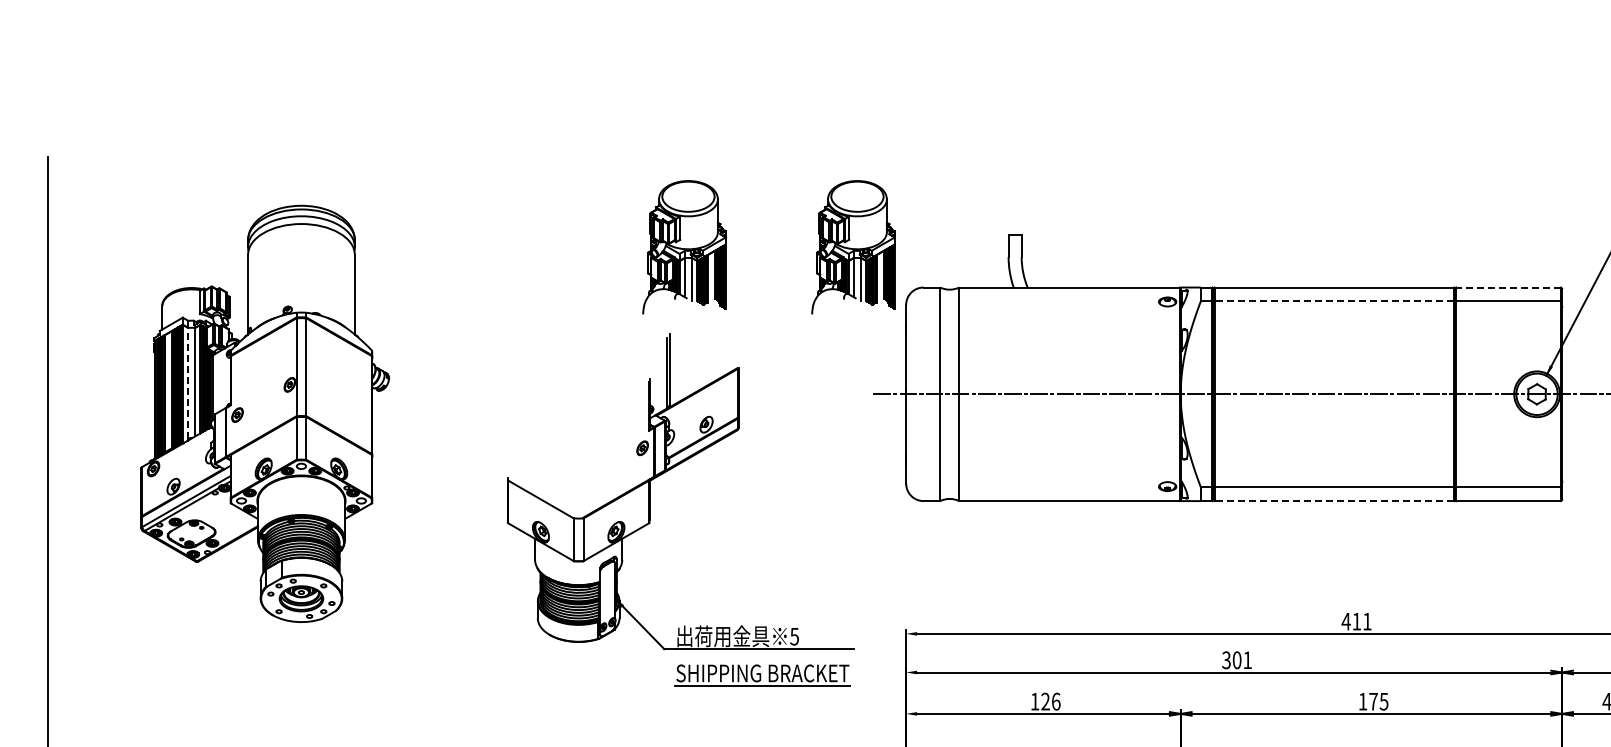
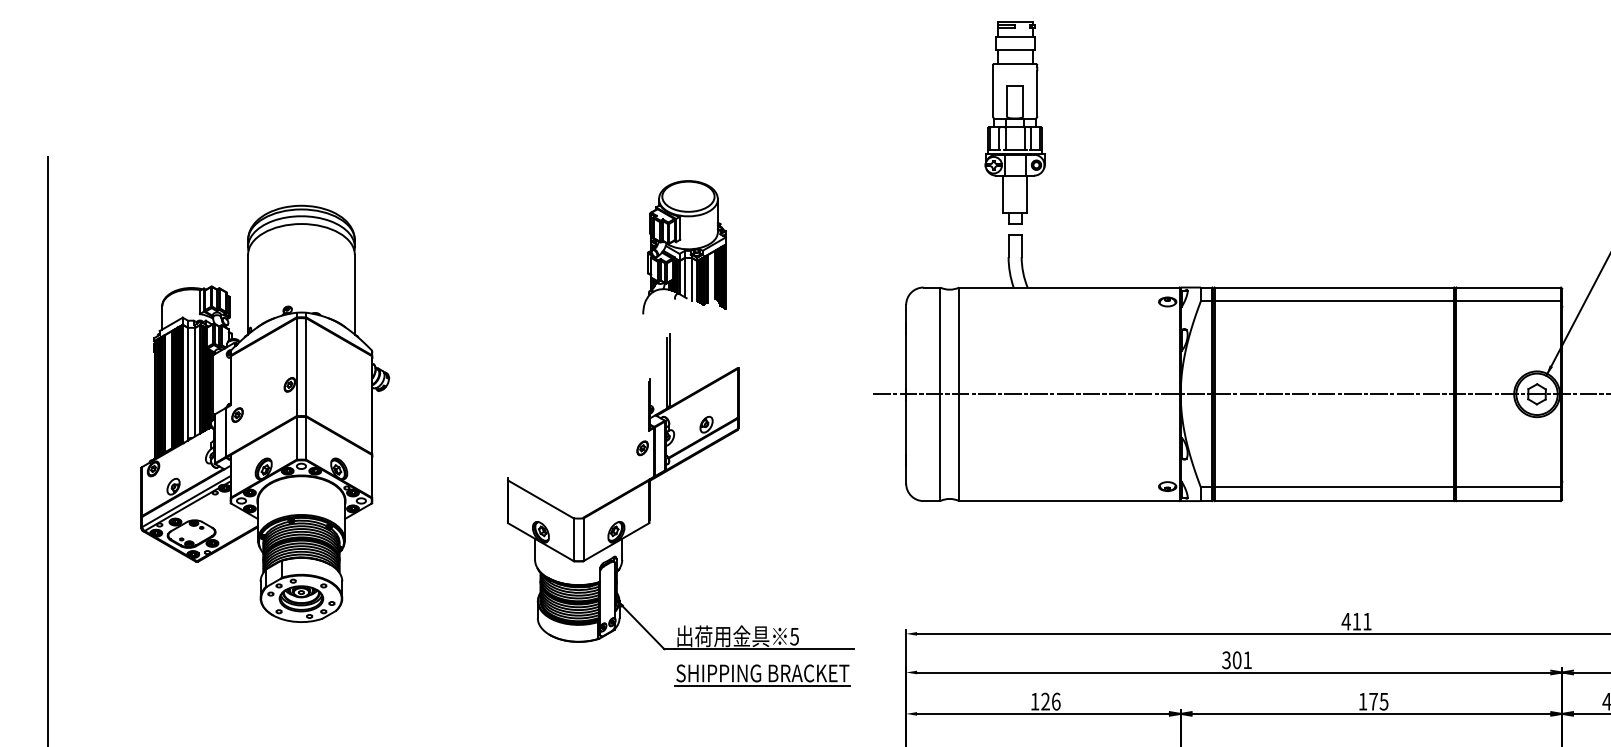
part at (1014, 122): none -> present
part at (853, 247): present -> none
line at (1508, 287): dashed -> solid
line at (1334, 301): dashed -> solid
line at (188, 383): dashed -> solid
line at (1334, 501): dashed -> solid
